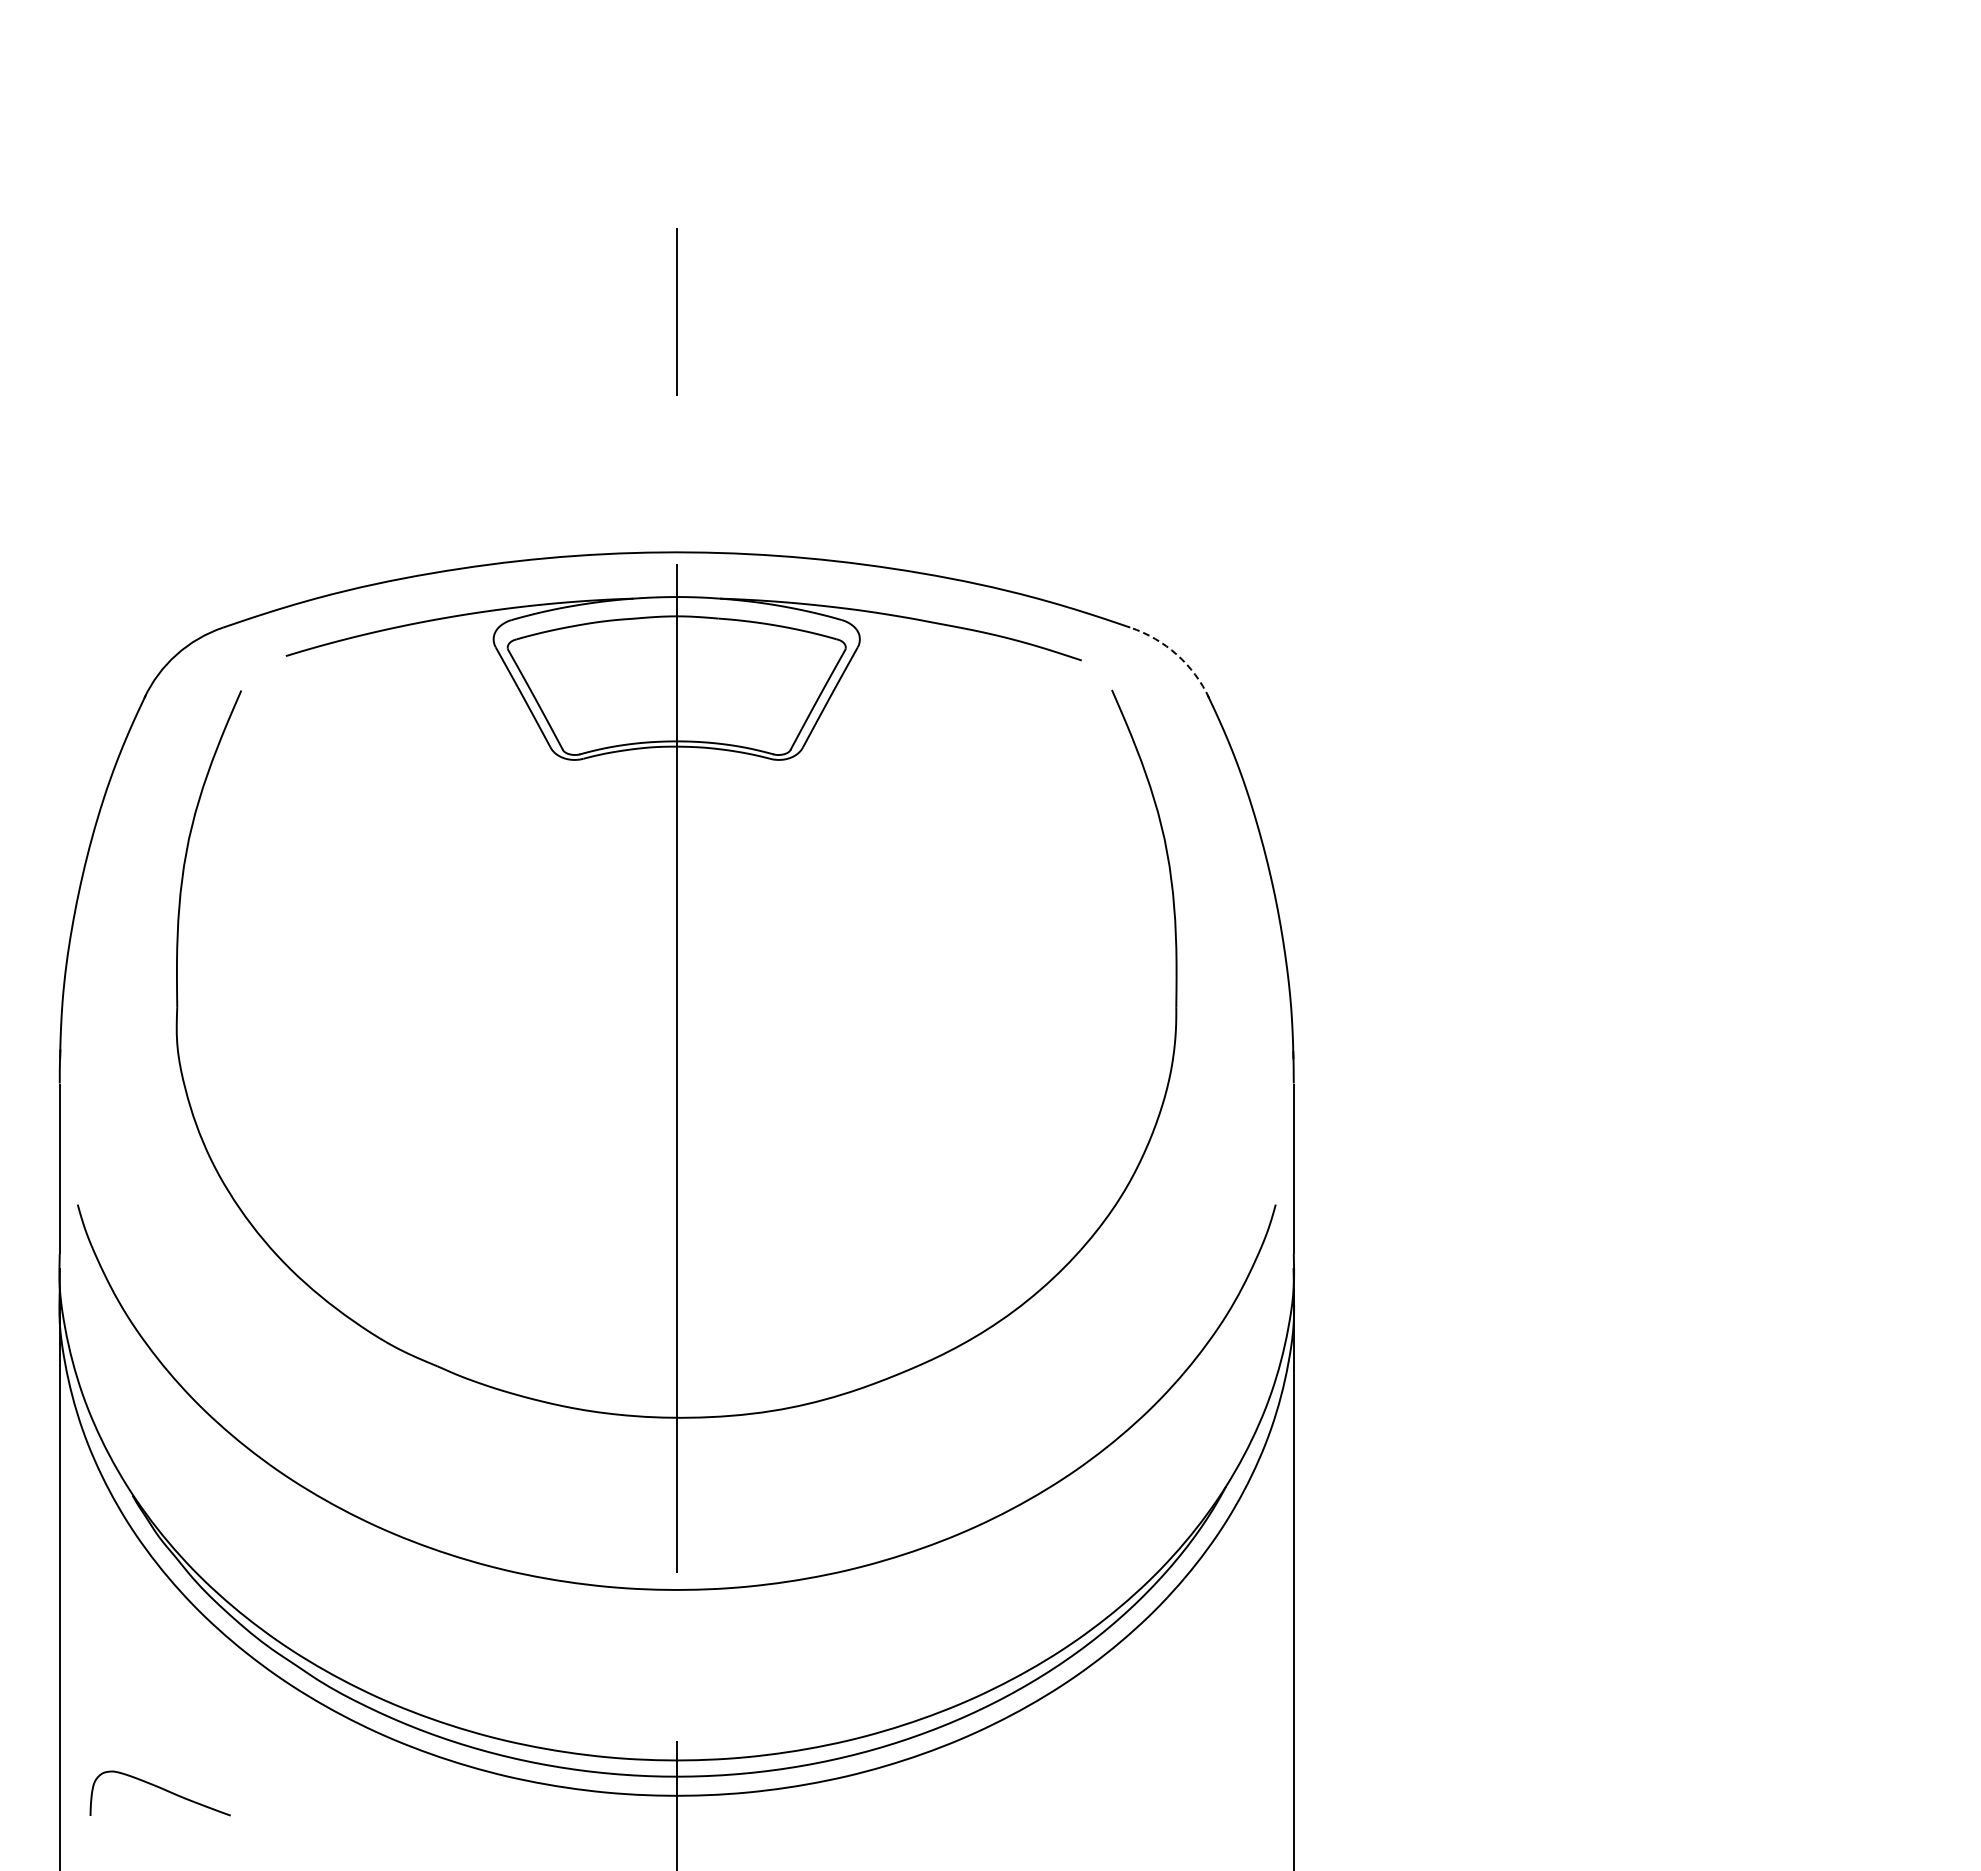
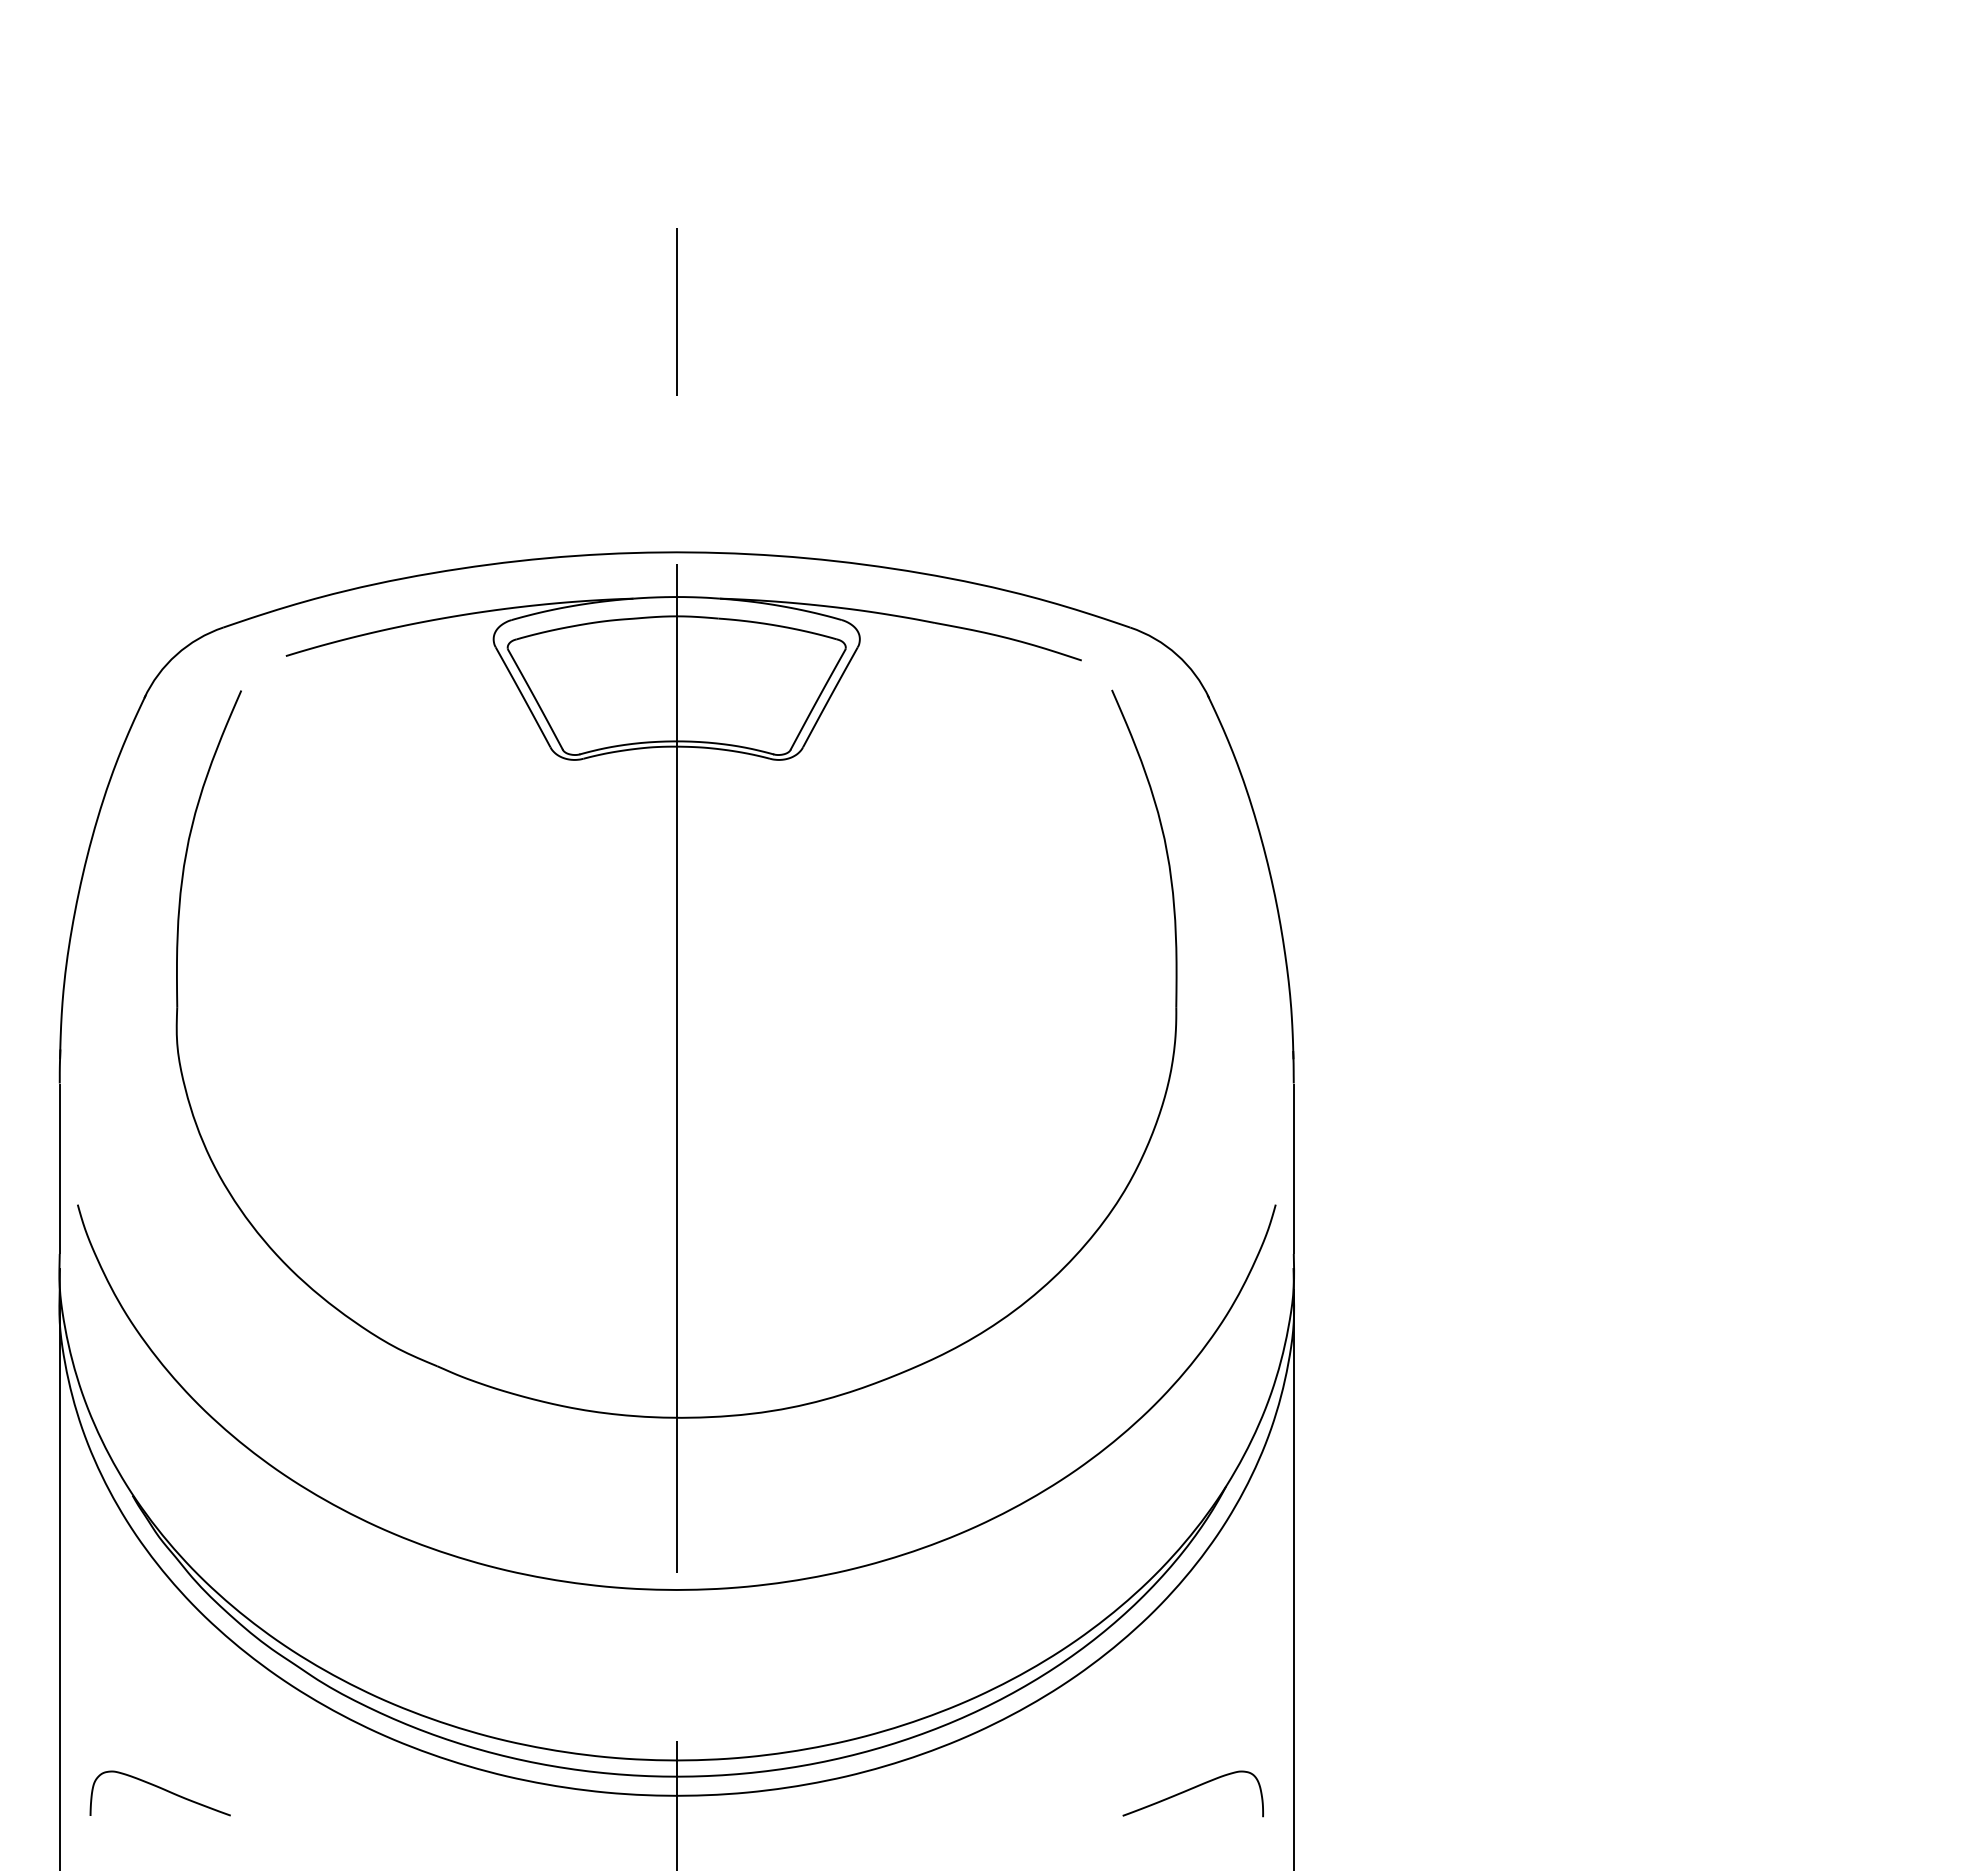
arc at (1177, 654): dashed -> solid
curve at (1190, 1790): none -> present
